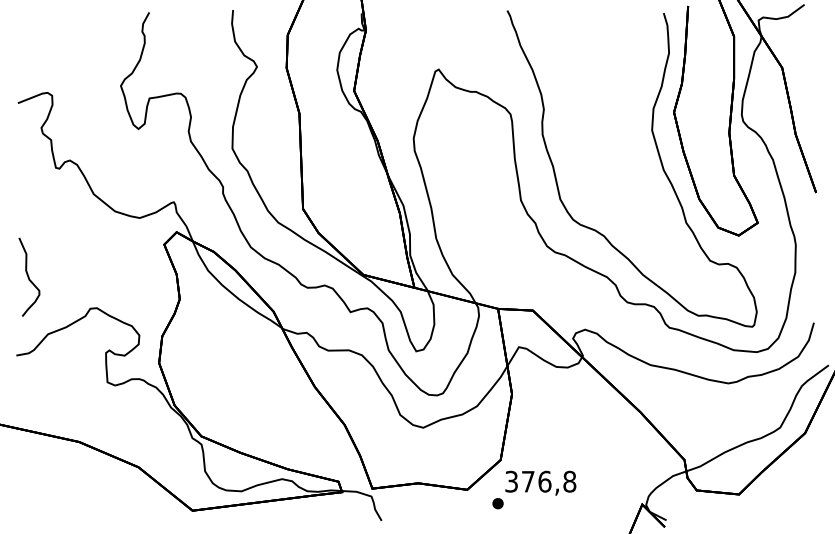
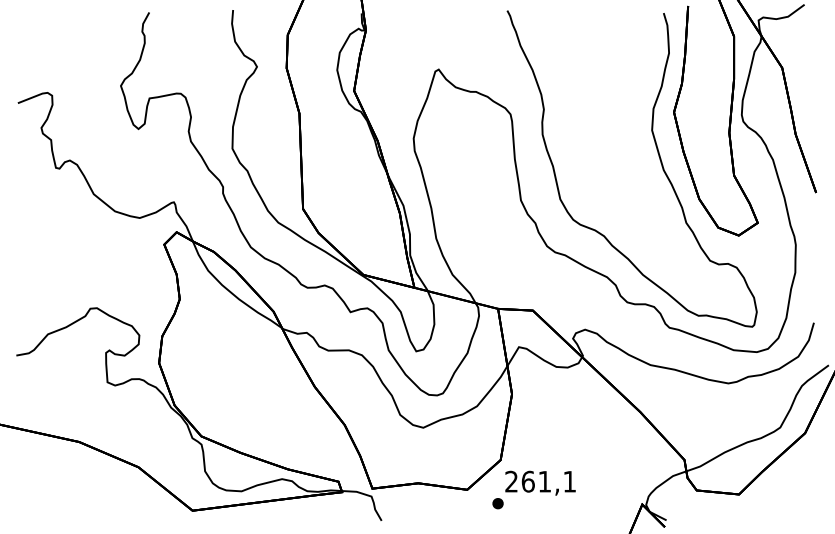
curve at (29, 276): present -> none
text at (540, 481): 376,8 -> 261,1
